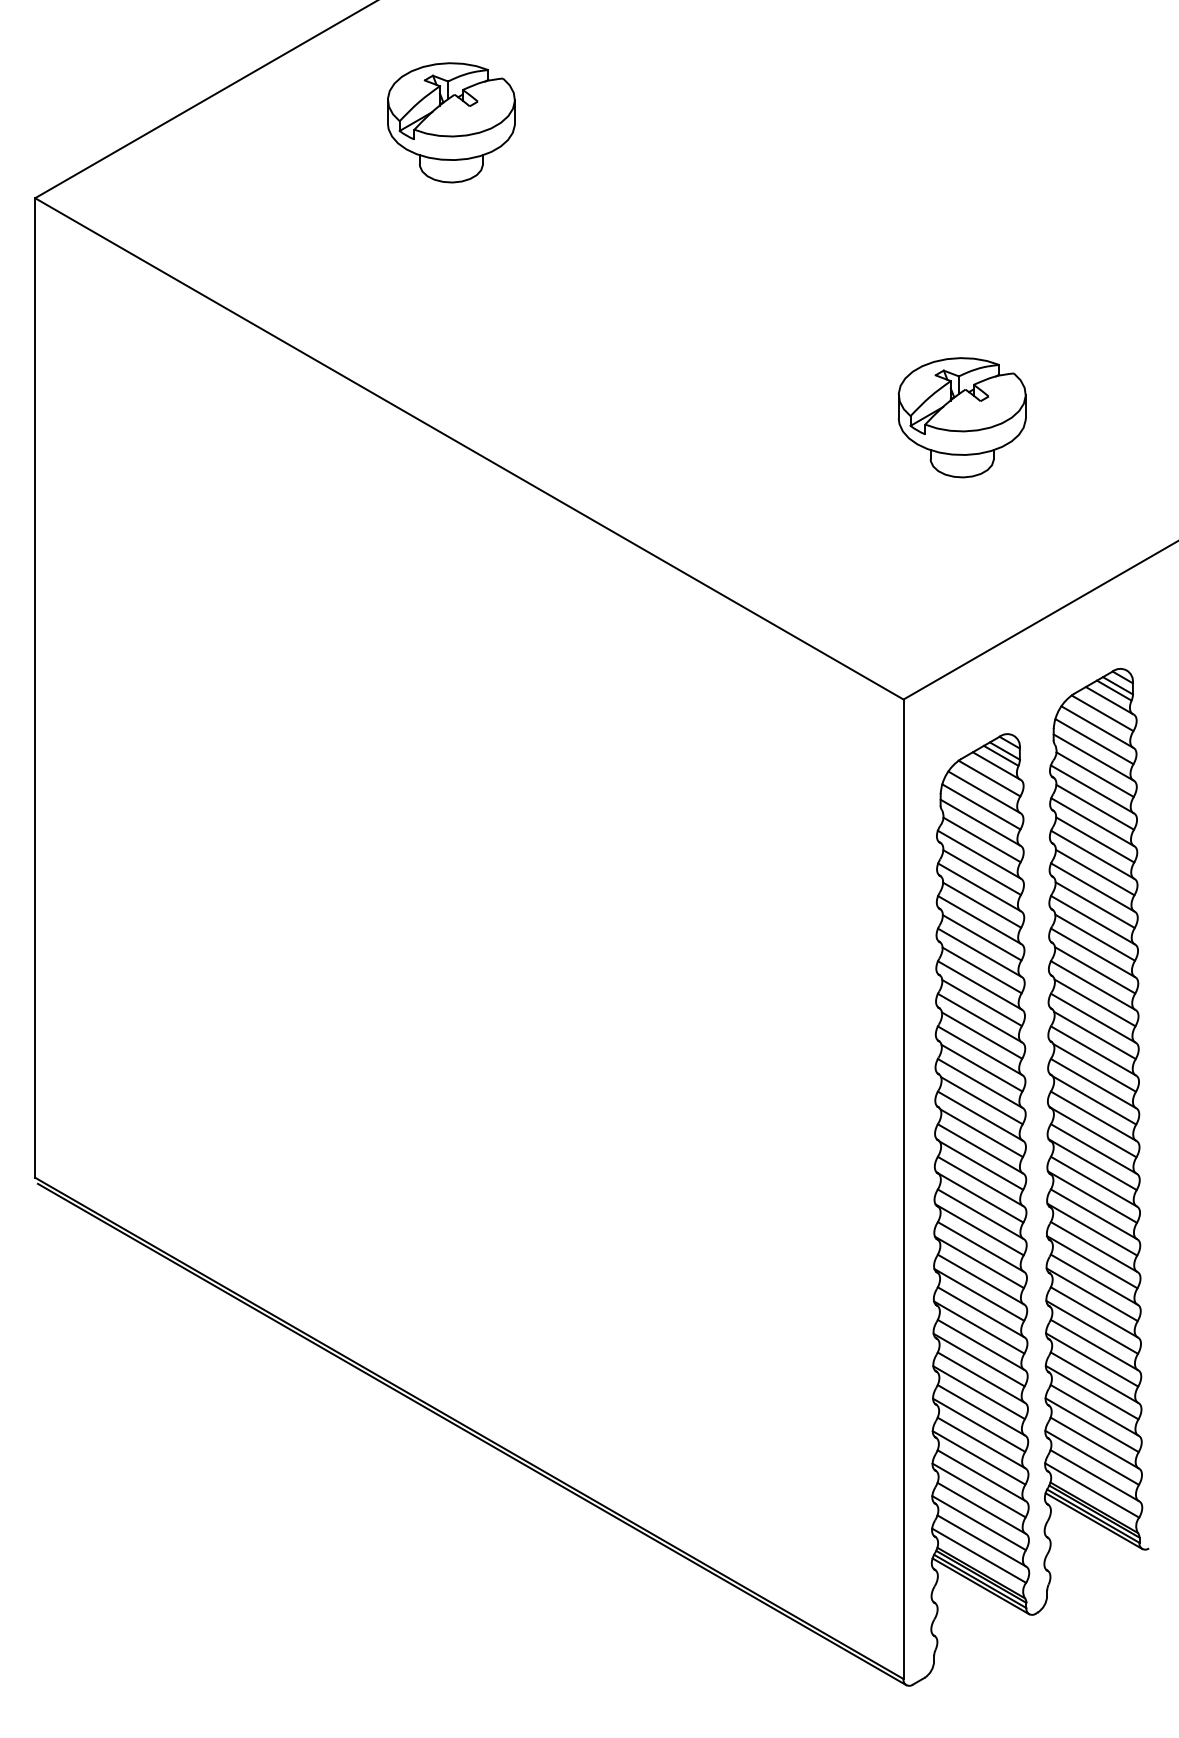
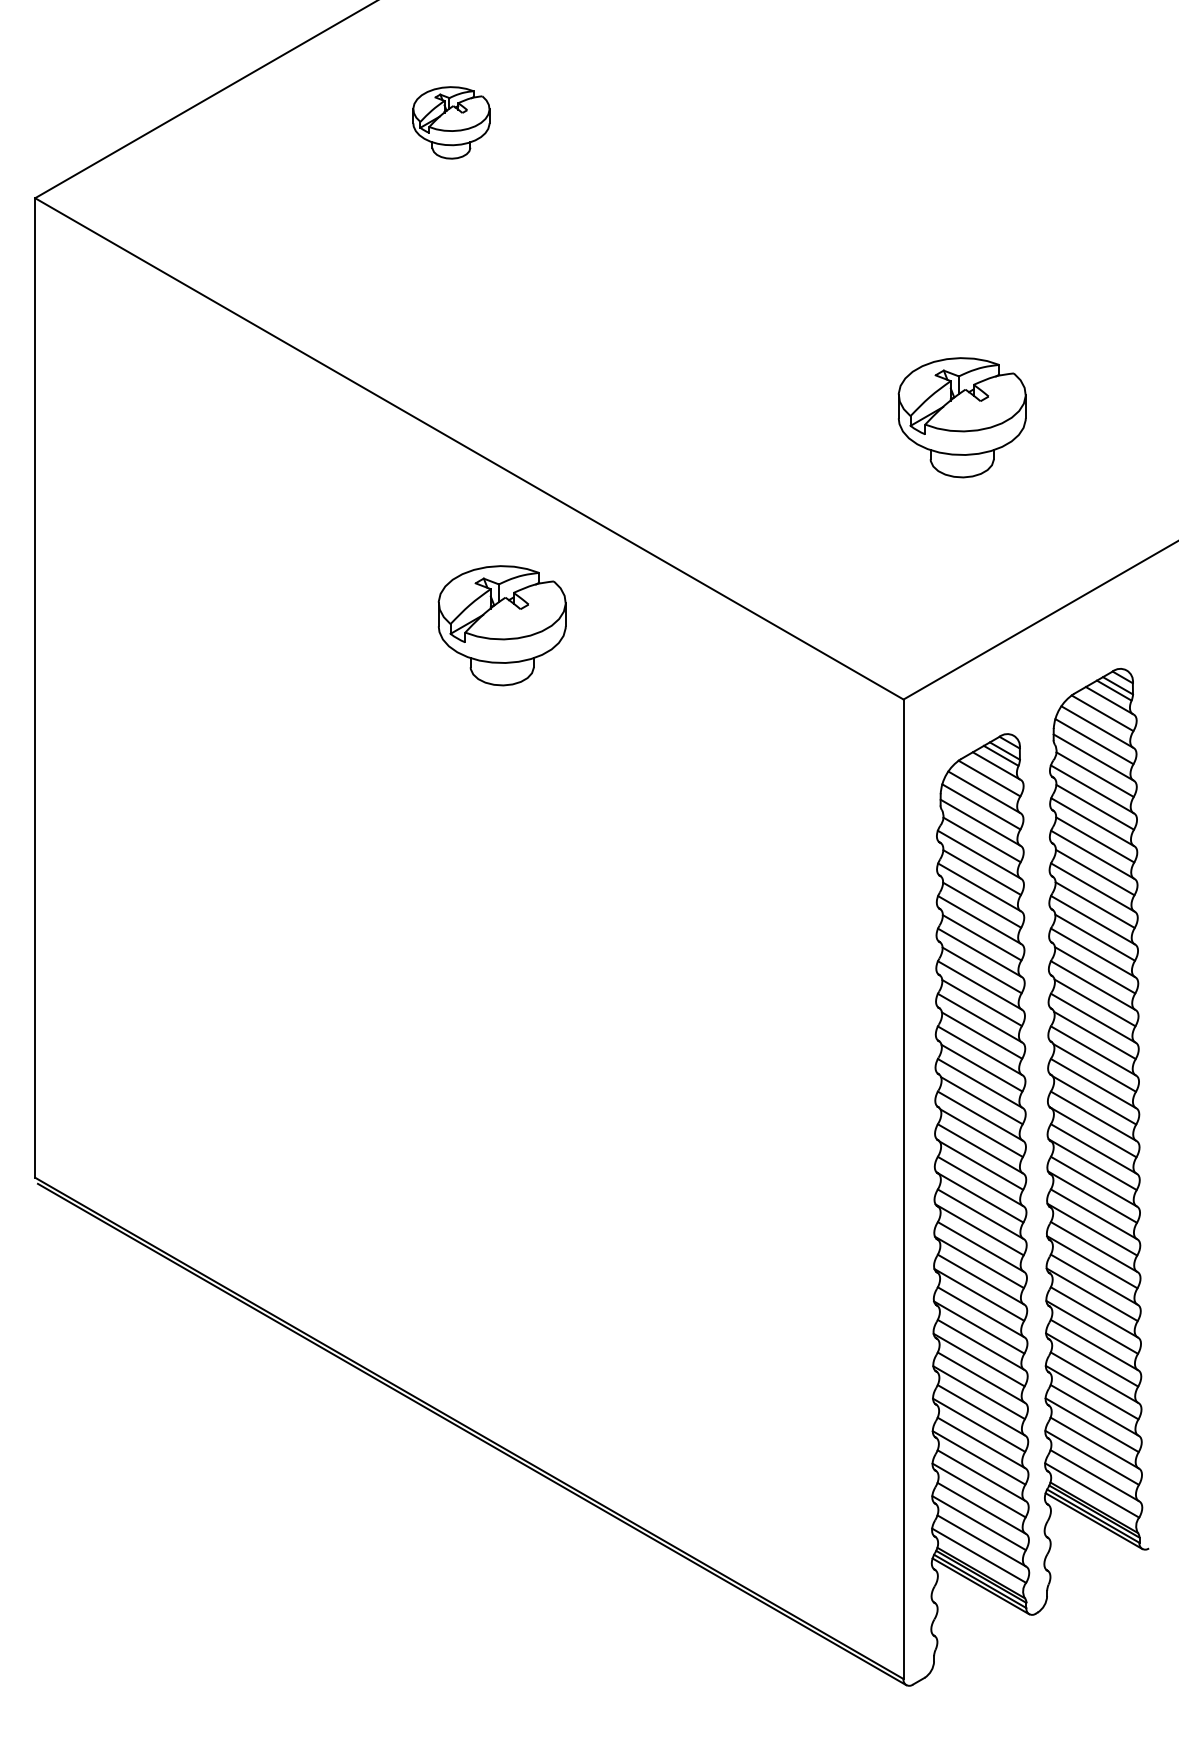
part at (451, 122) size: 129x122 px -> 79x74 px
part at (501, 625): none -> present
